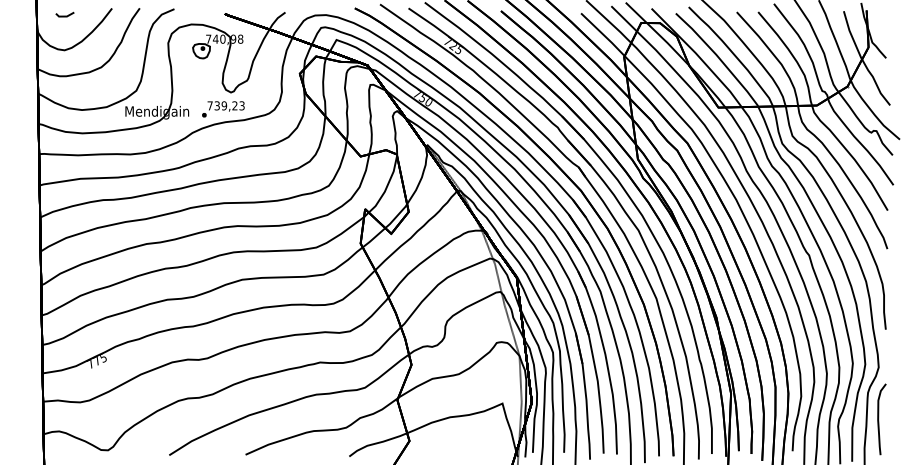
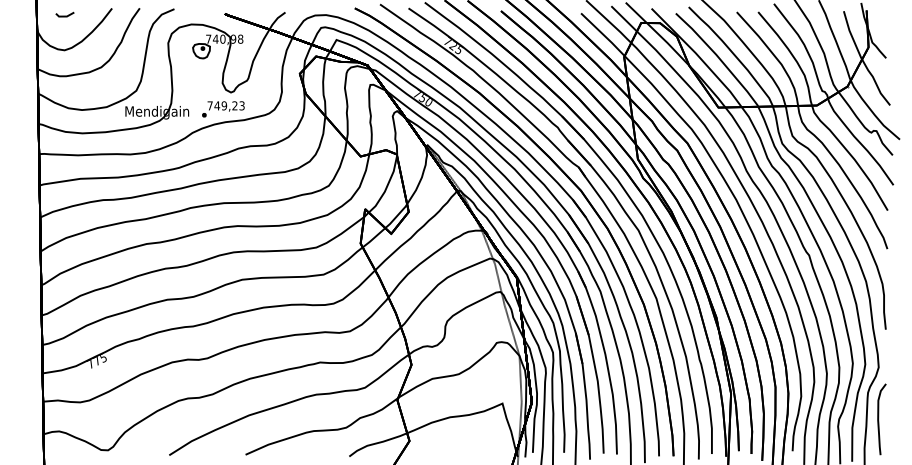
text at (217, 105): 739,23 -> 749,23
